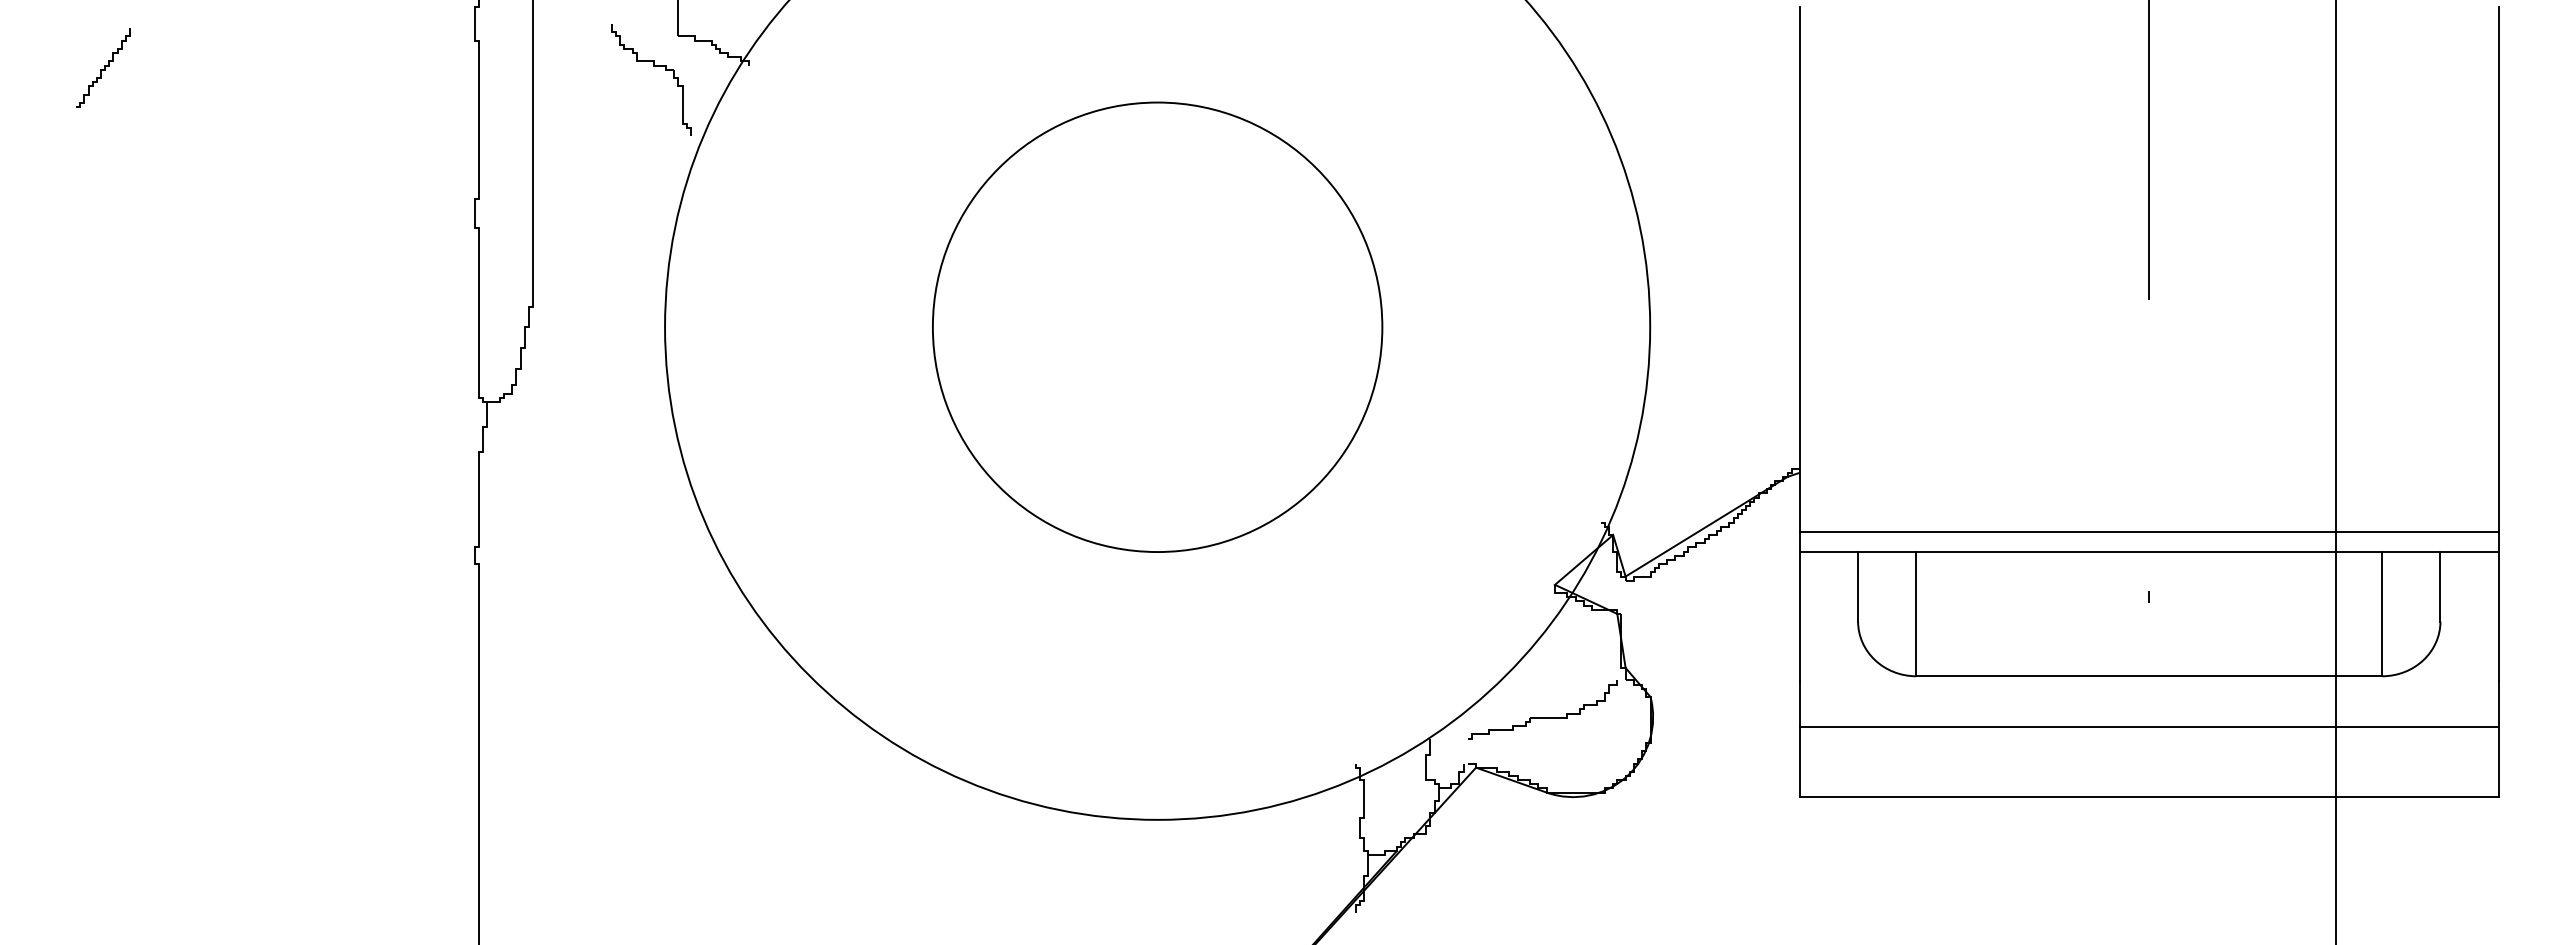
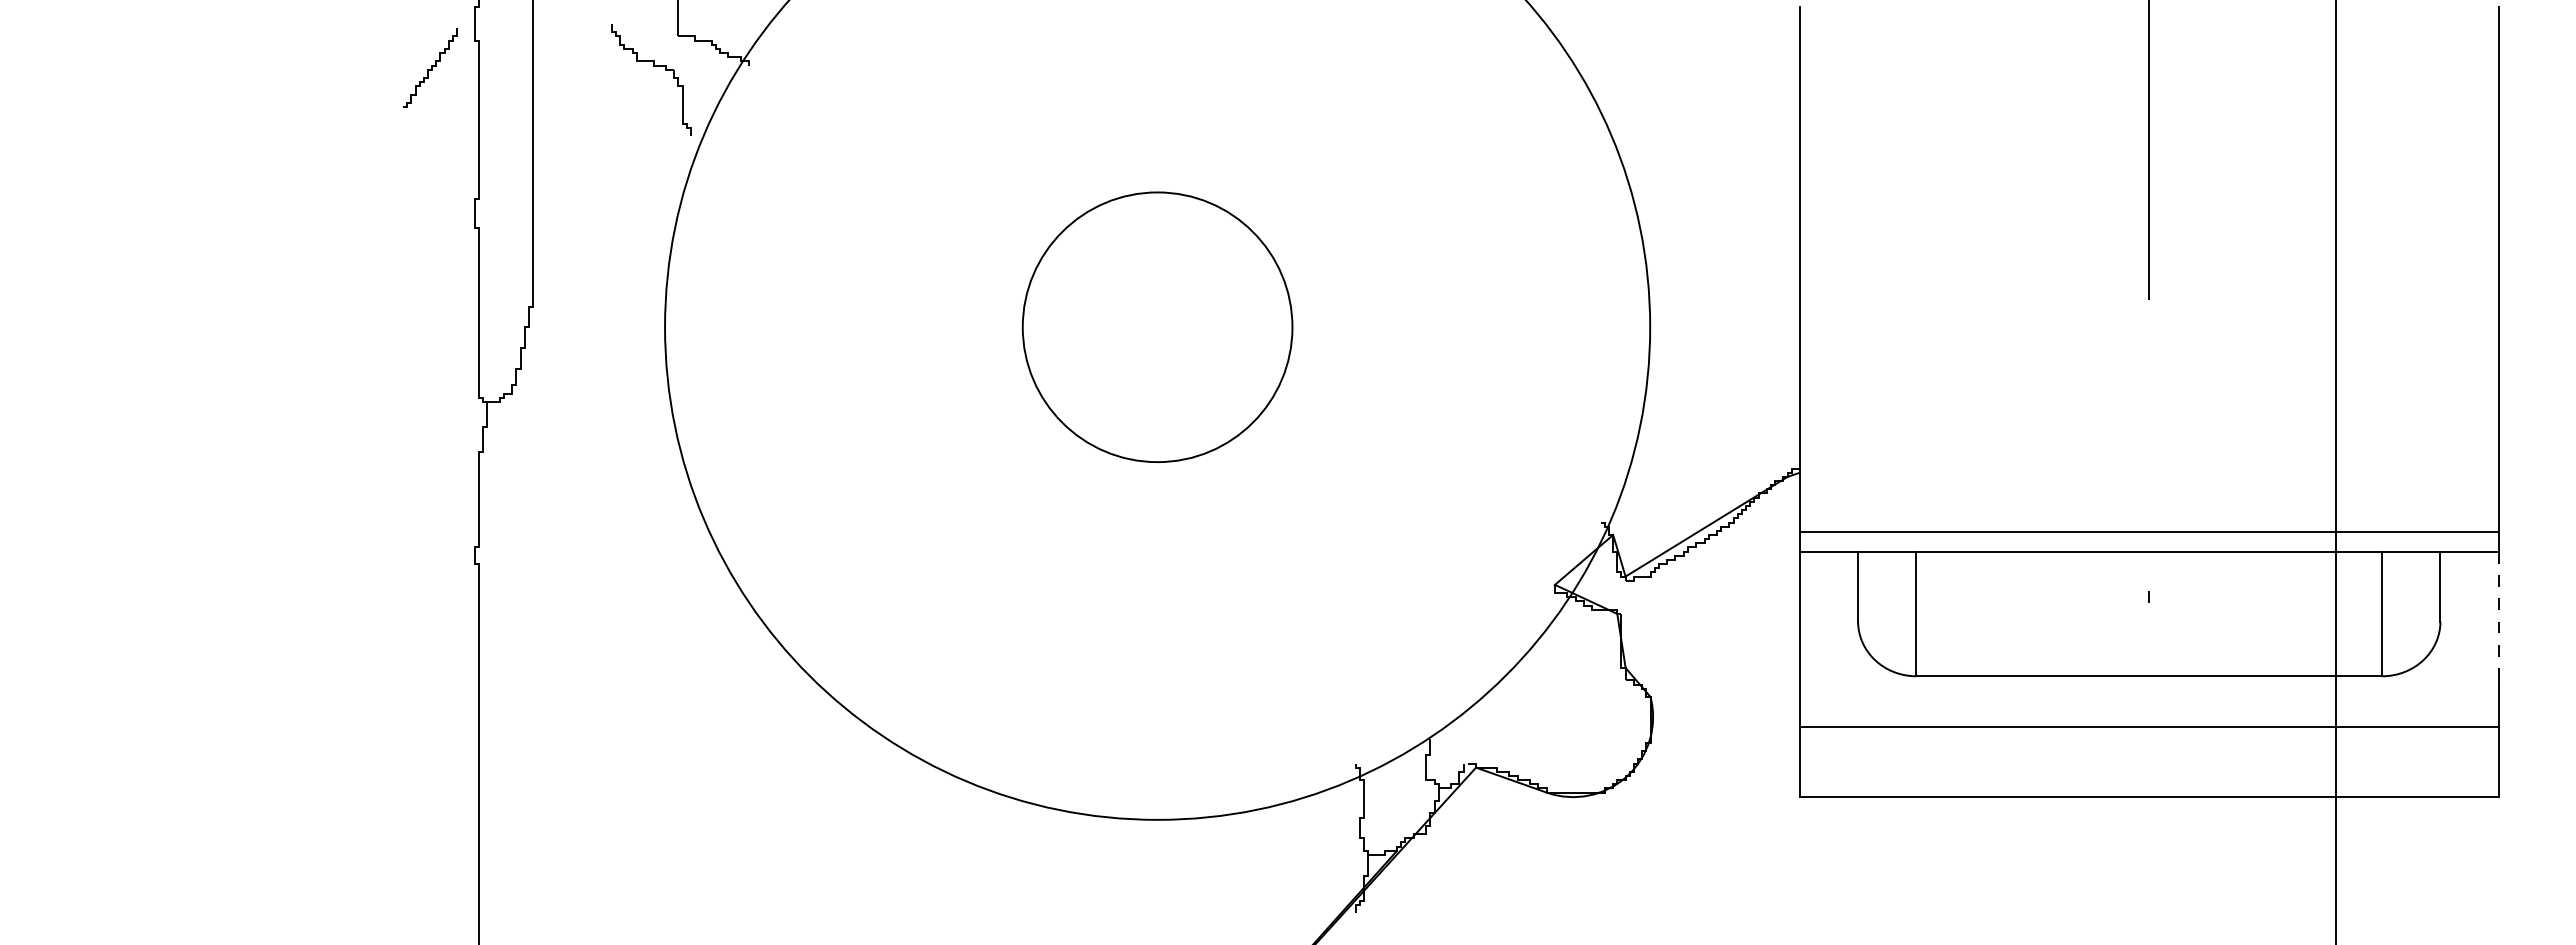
curve at (104, 67) position: (104, 67) -> (431, 67)
circle at (1157, 327) diameter: 449 px -> 270 px
line at (2498, 616): solid -> dashed
part at (1542, 717): present -> none
